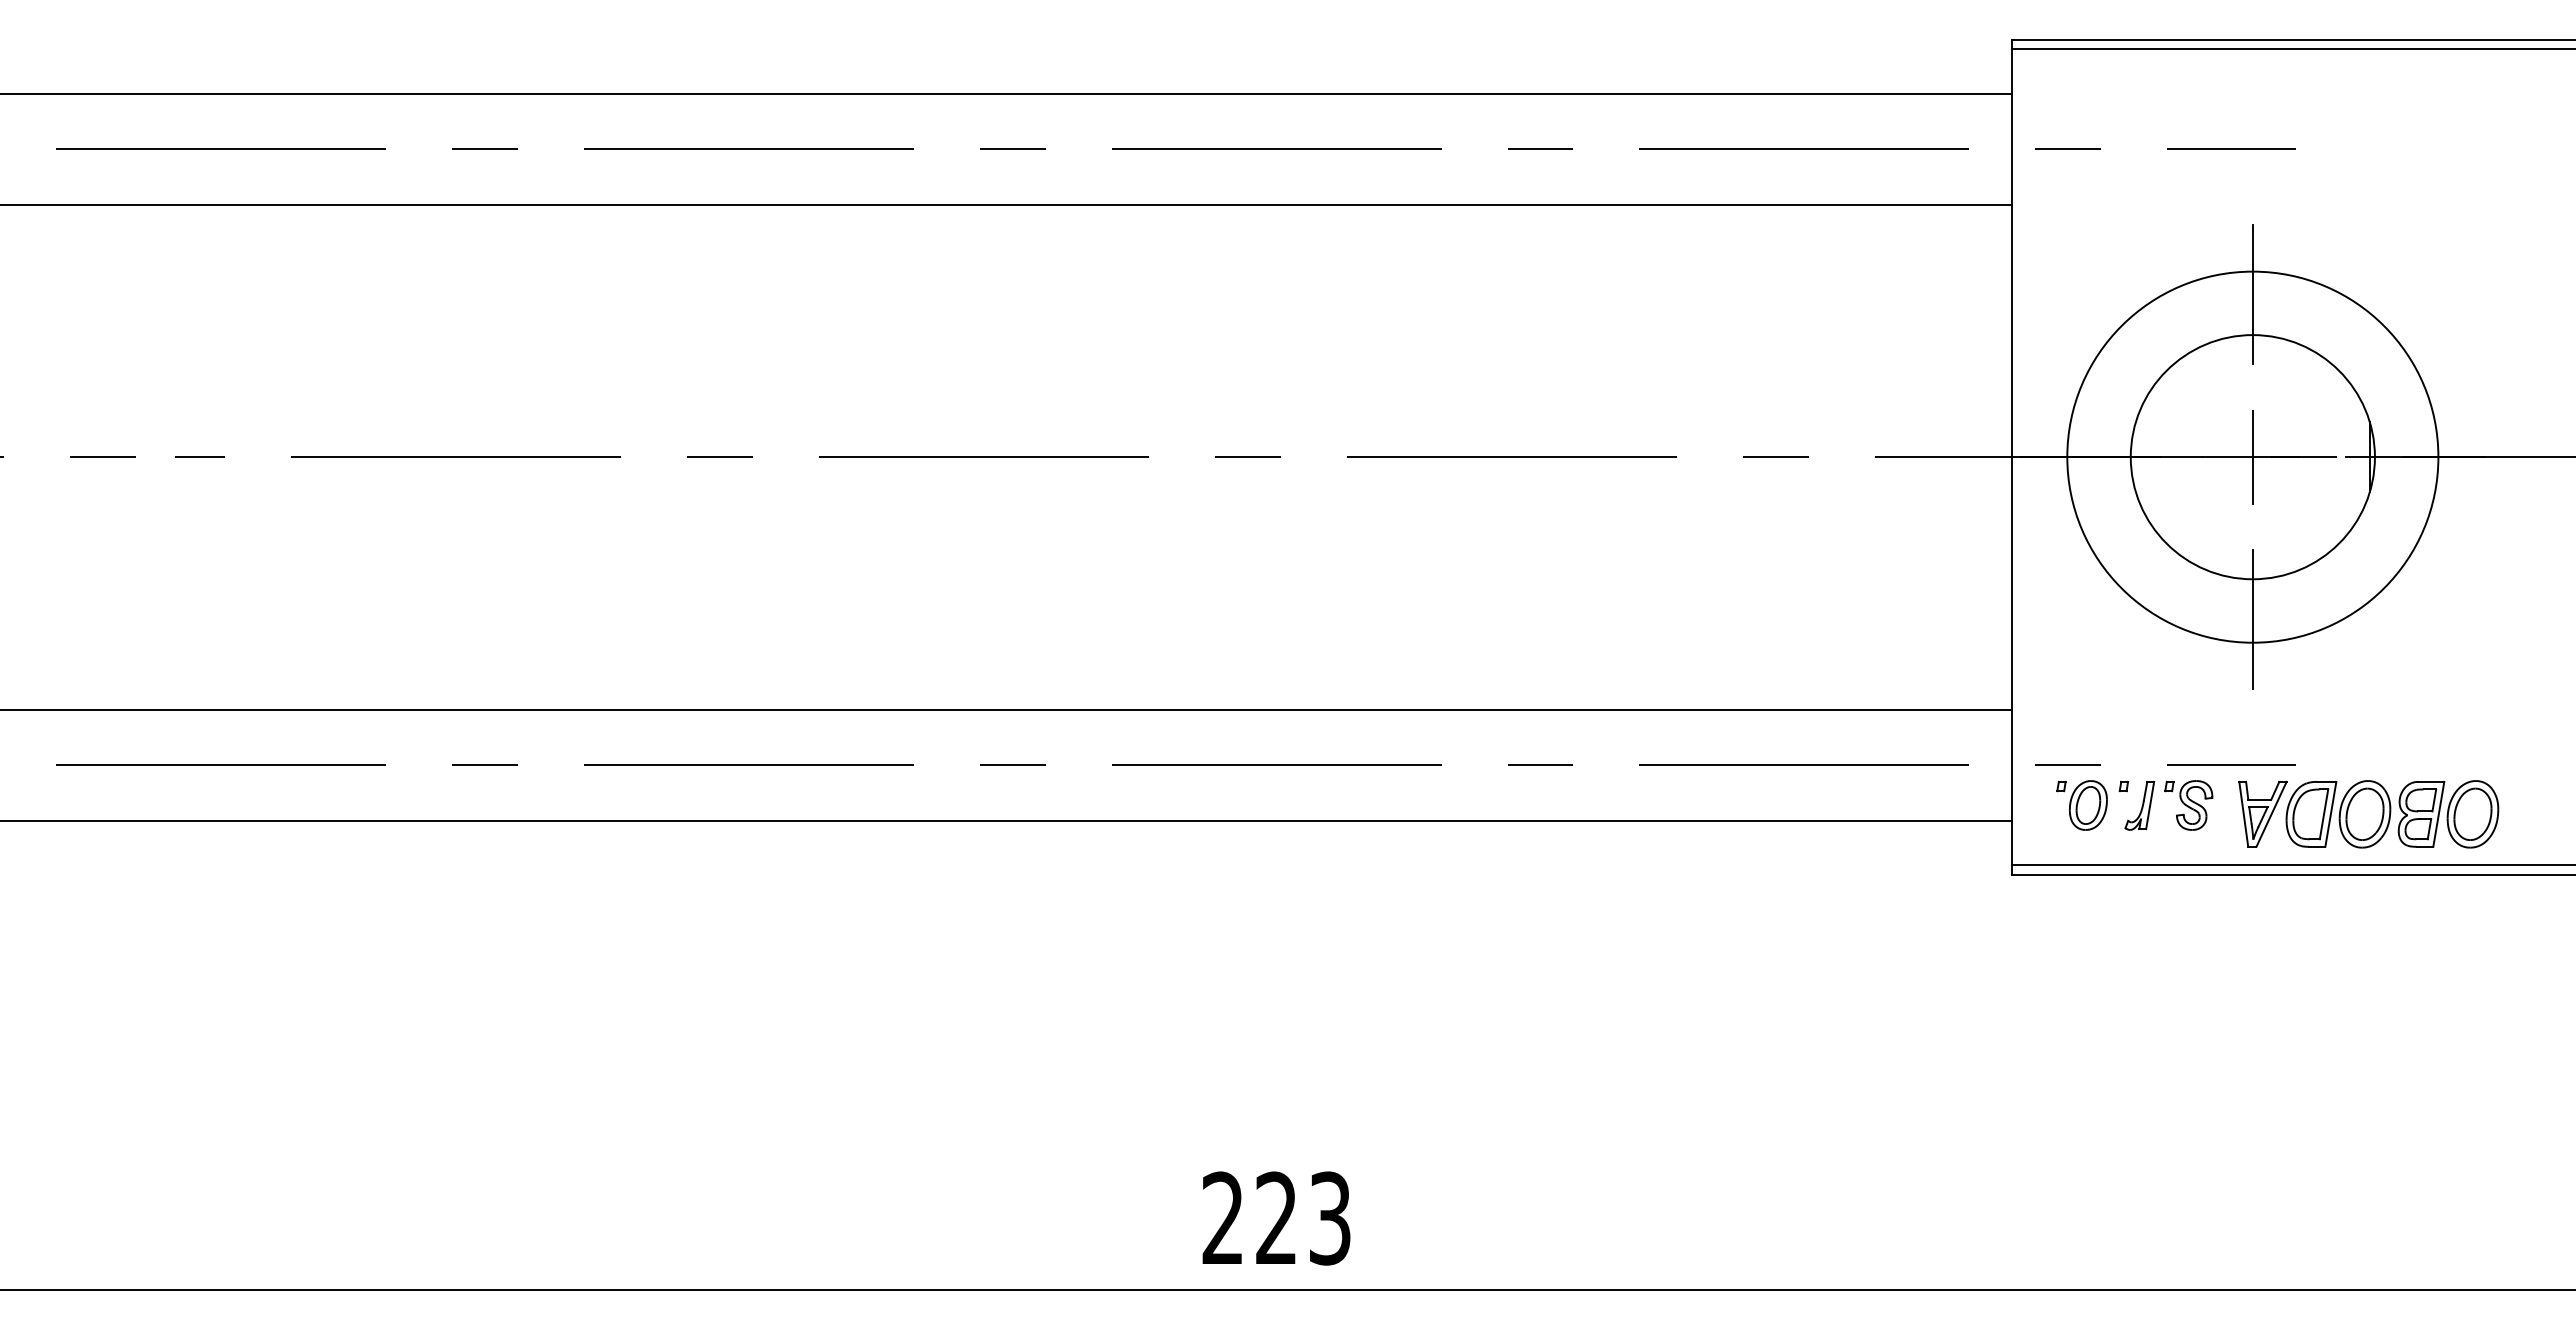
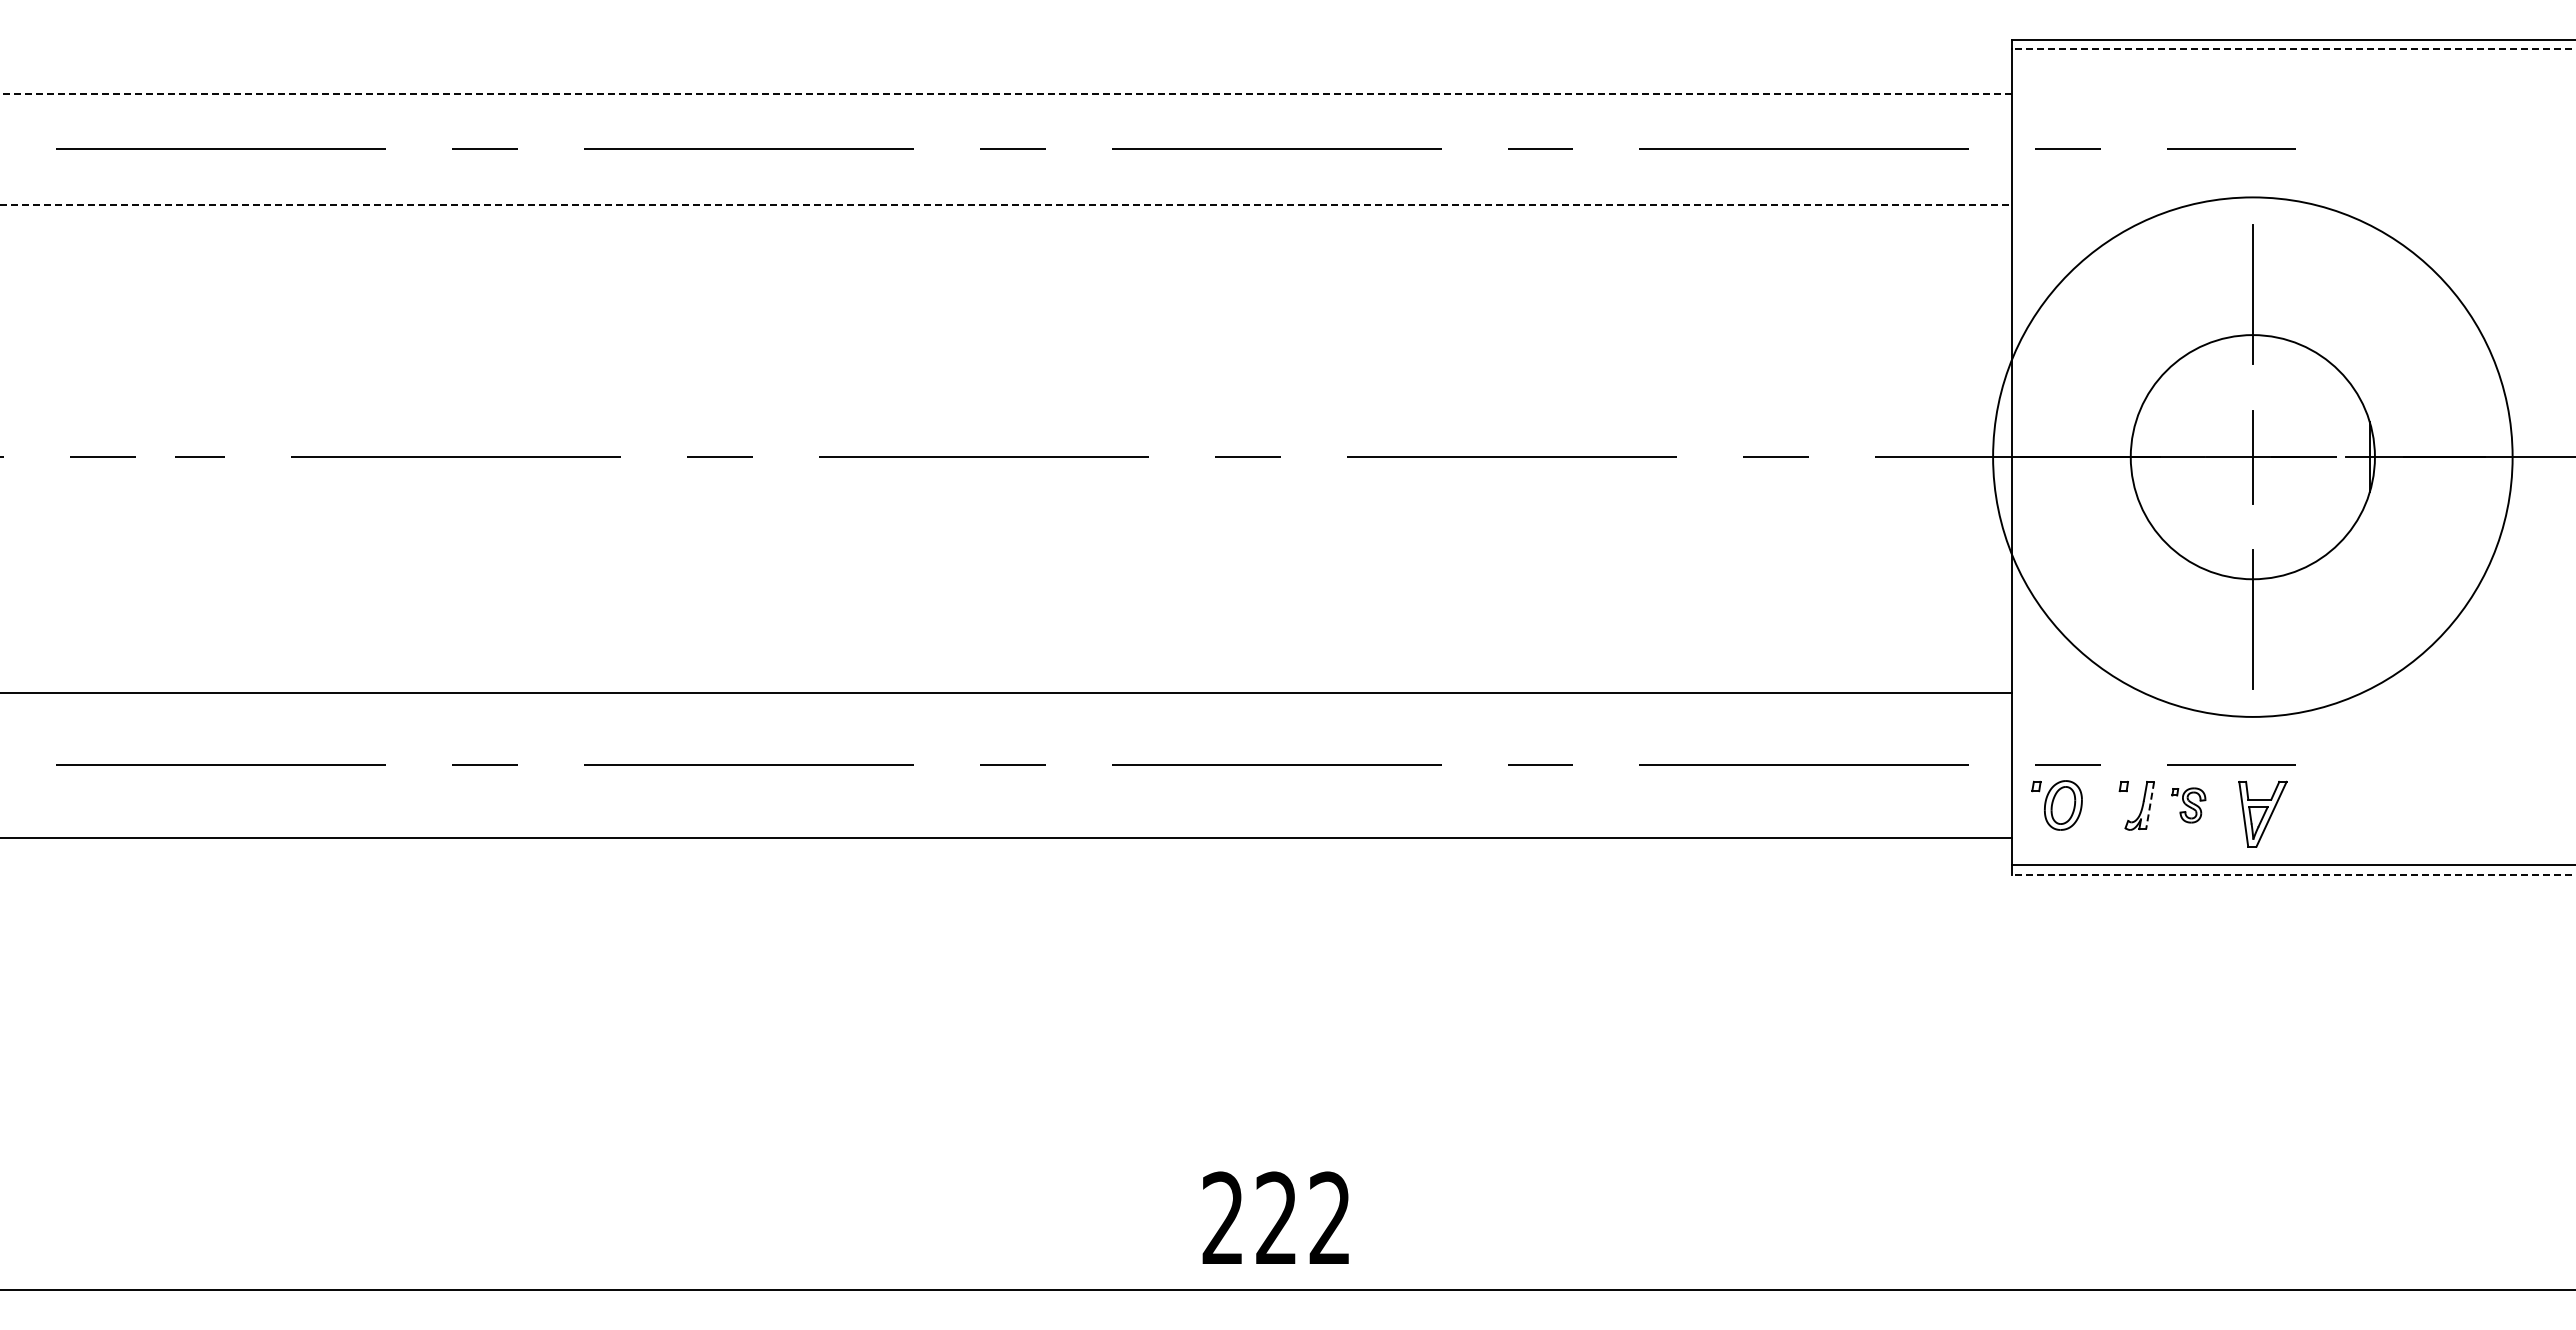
line at (2293, 48): solid -> dashed
line at (1005, 93): solid -> dashed
line at (1005, 204): solid -> dashed
circle at (2252, 456) diameter: 371 px -> 520 px
line at (1006, 709) position: (1006, 709) -> (1006, 692)
part at (2081, 805) position: (2081, 805) -> (2056, 805)
line at (2150, 805): solid -> dashed
part at (2188, 805) size: 50x51 px -> 36x37 px
part at (2392, 814): present -> none
line at (1006, 820) position: (1006, 820) -> (1006, 837)
line at (2293, 874): solid -> dashed
text at (1329, 1218): 223 -> 222
